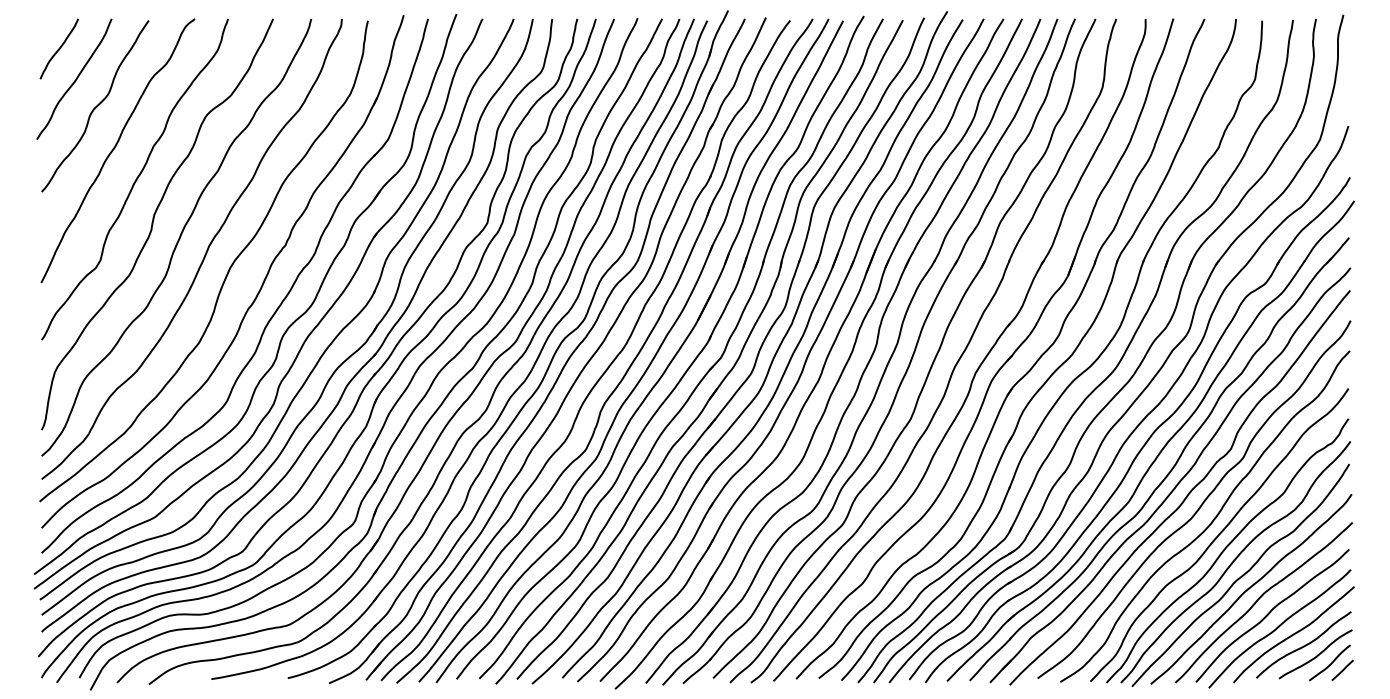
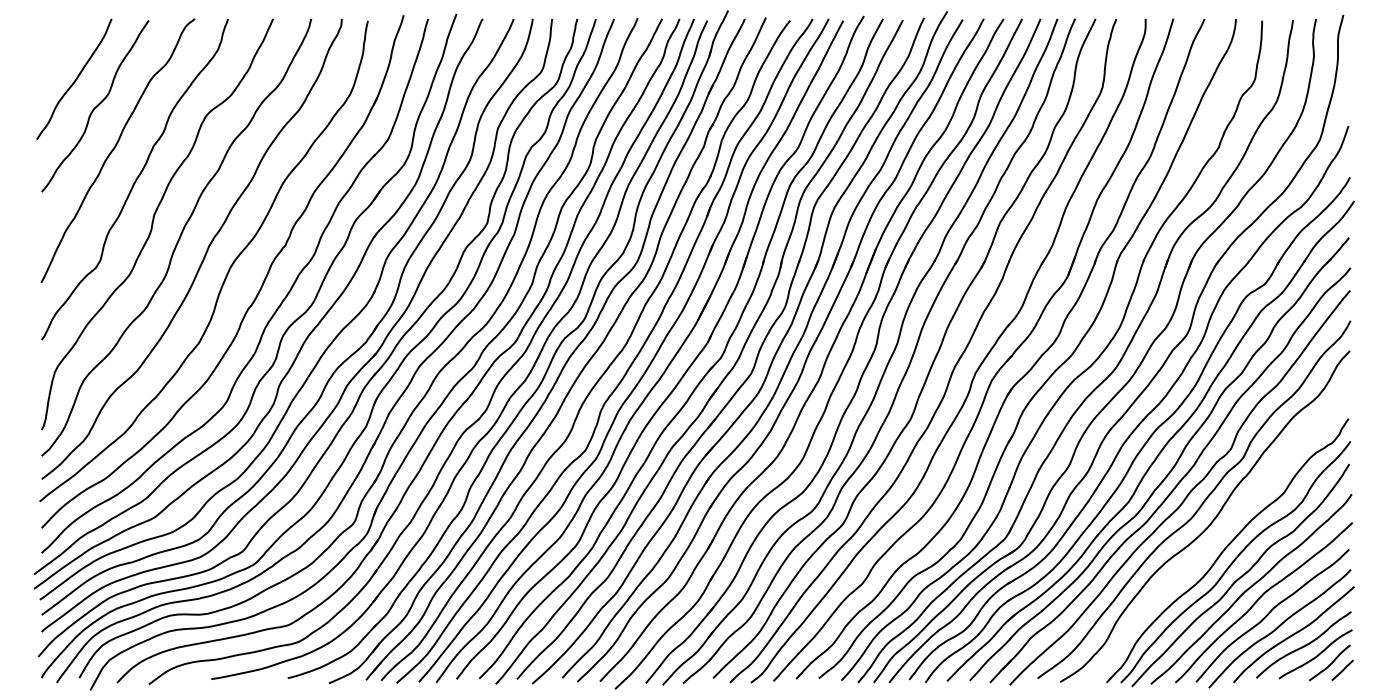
curve at (58, 48): present -> none
curve at (1219, 534): present -> none
